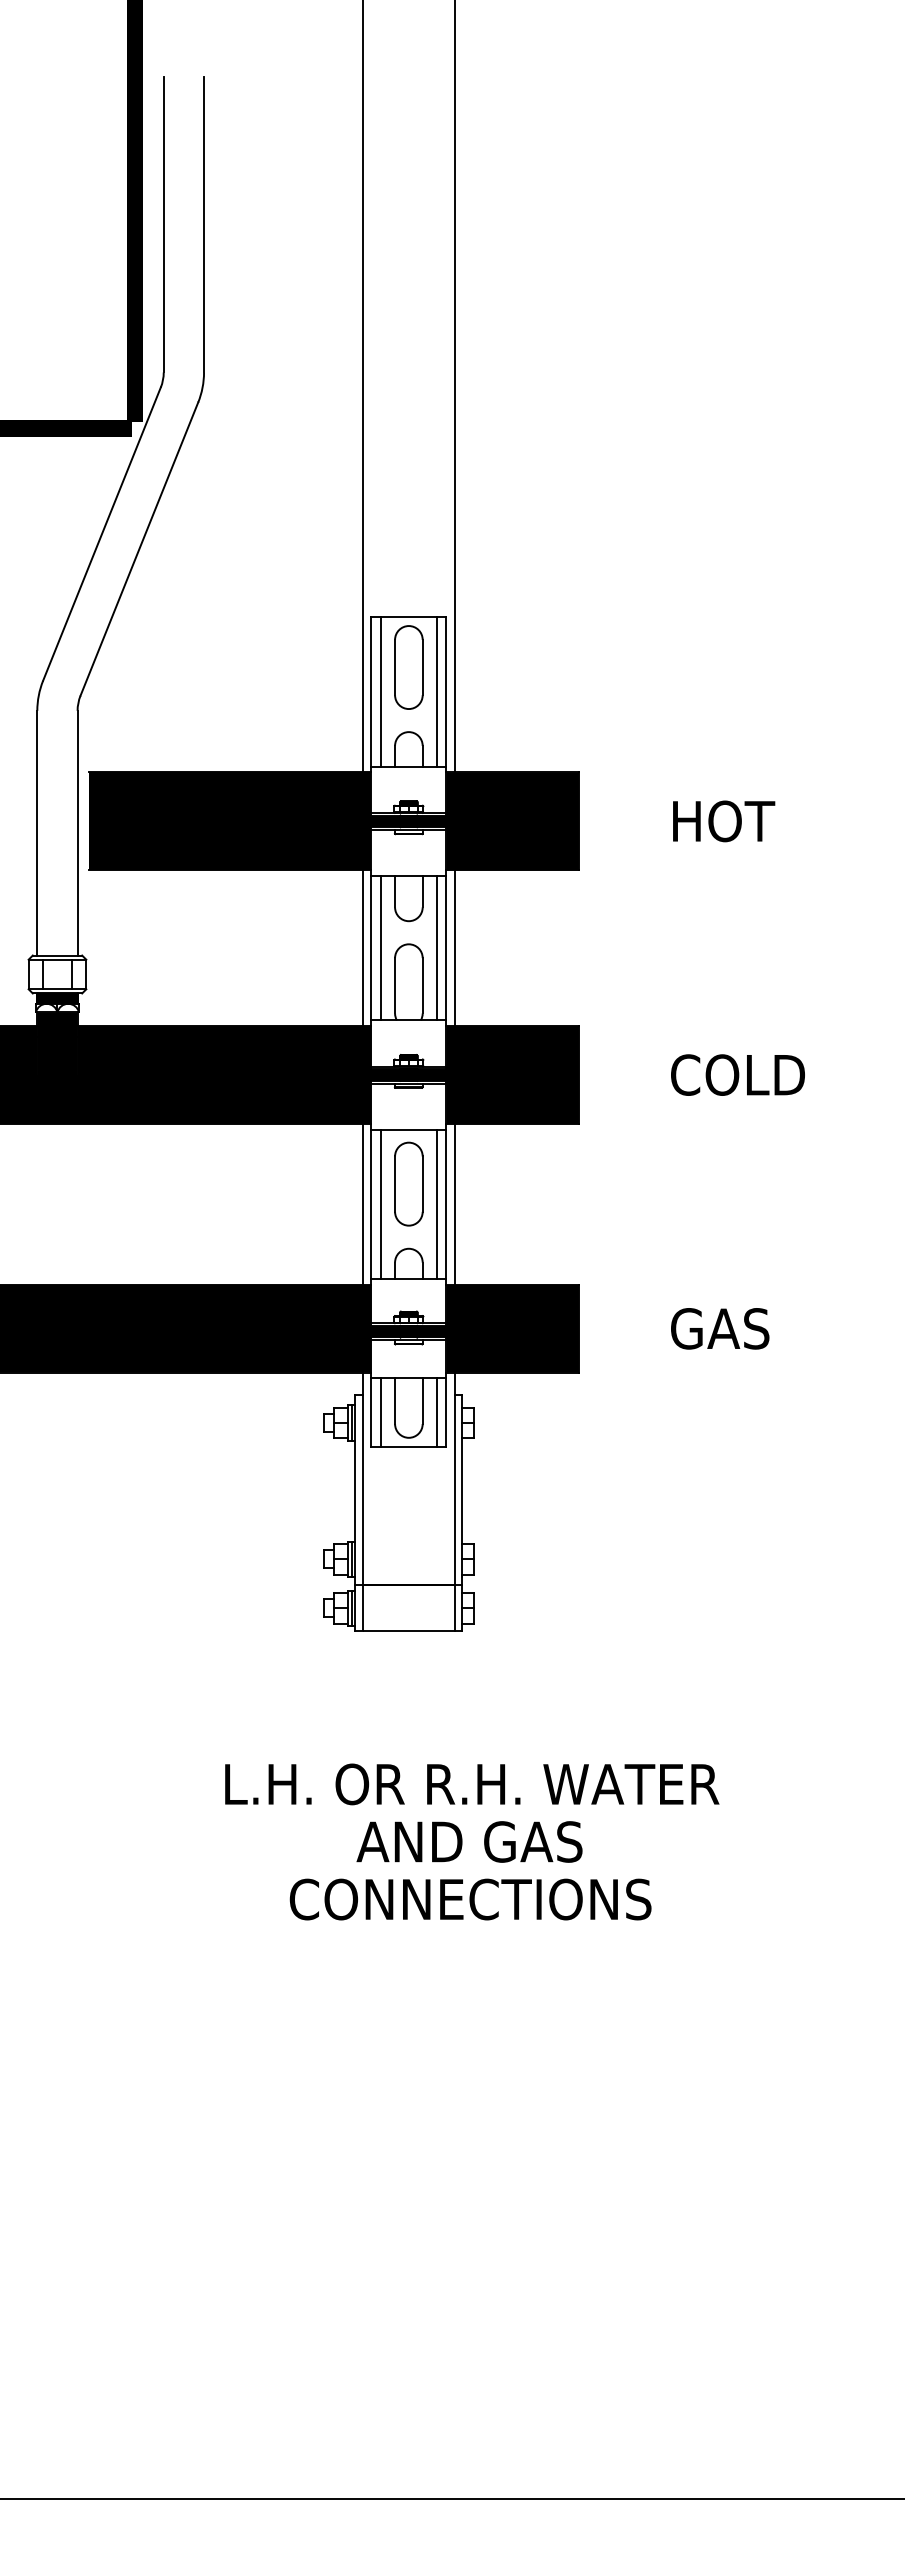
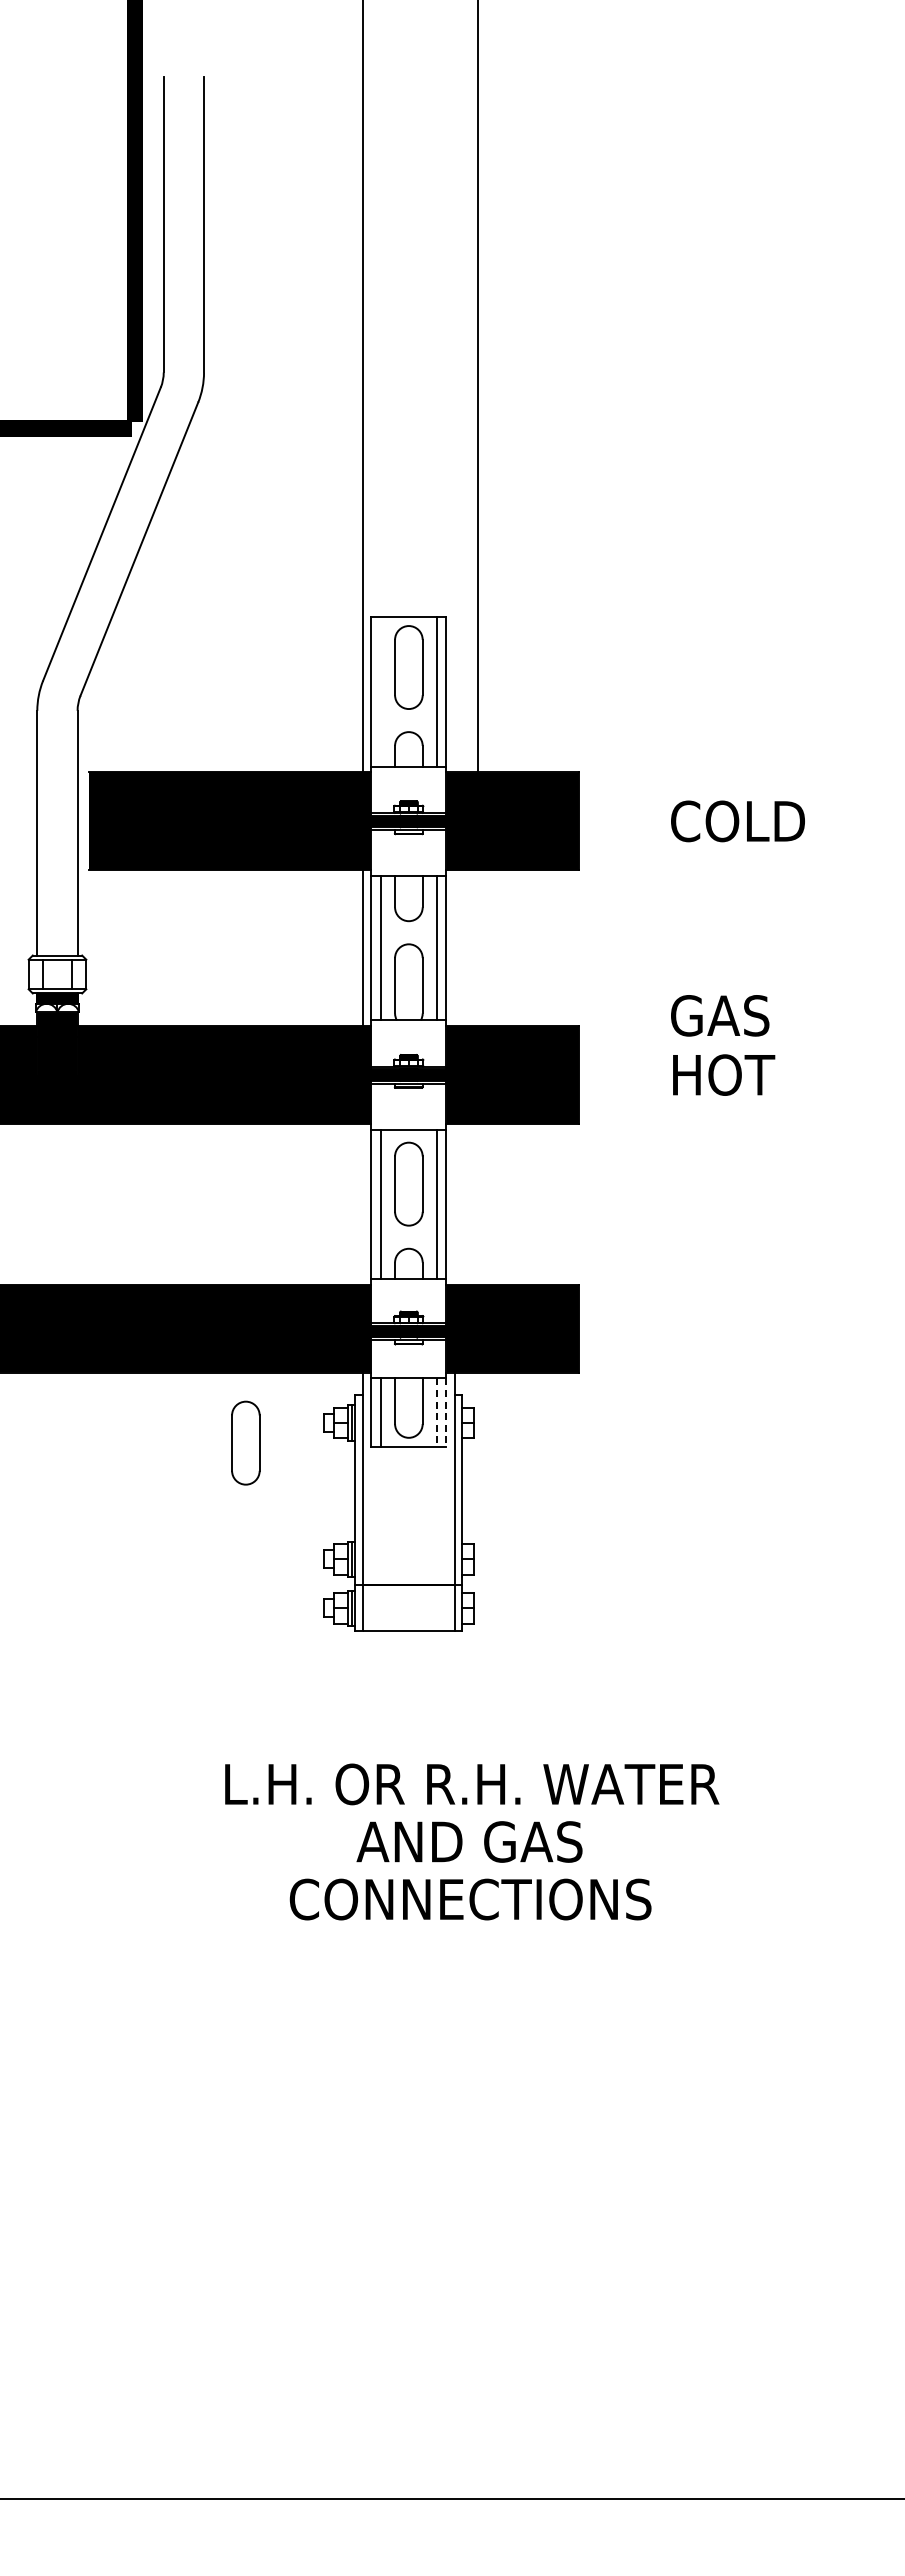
line at (454, 387) position: (454, 387) -> (477, 387)
line at (380, 691): present -> none
text at (737, 821): HOT -> COLD
line at (454, 948): present -> none
text at (737, 1074): COLD -> HOT
line at (362, 1204): present -> none
line at (454, 1204): present -> none
text at (720, 1328) position: (720, 1328) -> (720, 1015)
line at (437, 1413): solid -> dashed
line at (446, 1413): solid -> dashed
part at (245, 1442): none -> present
